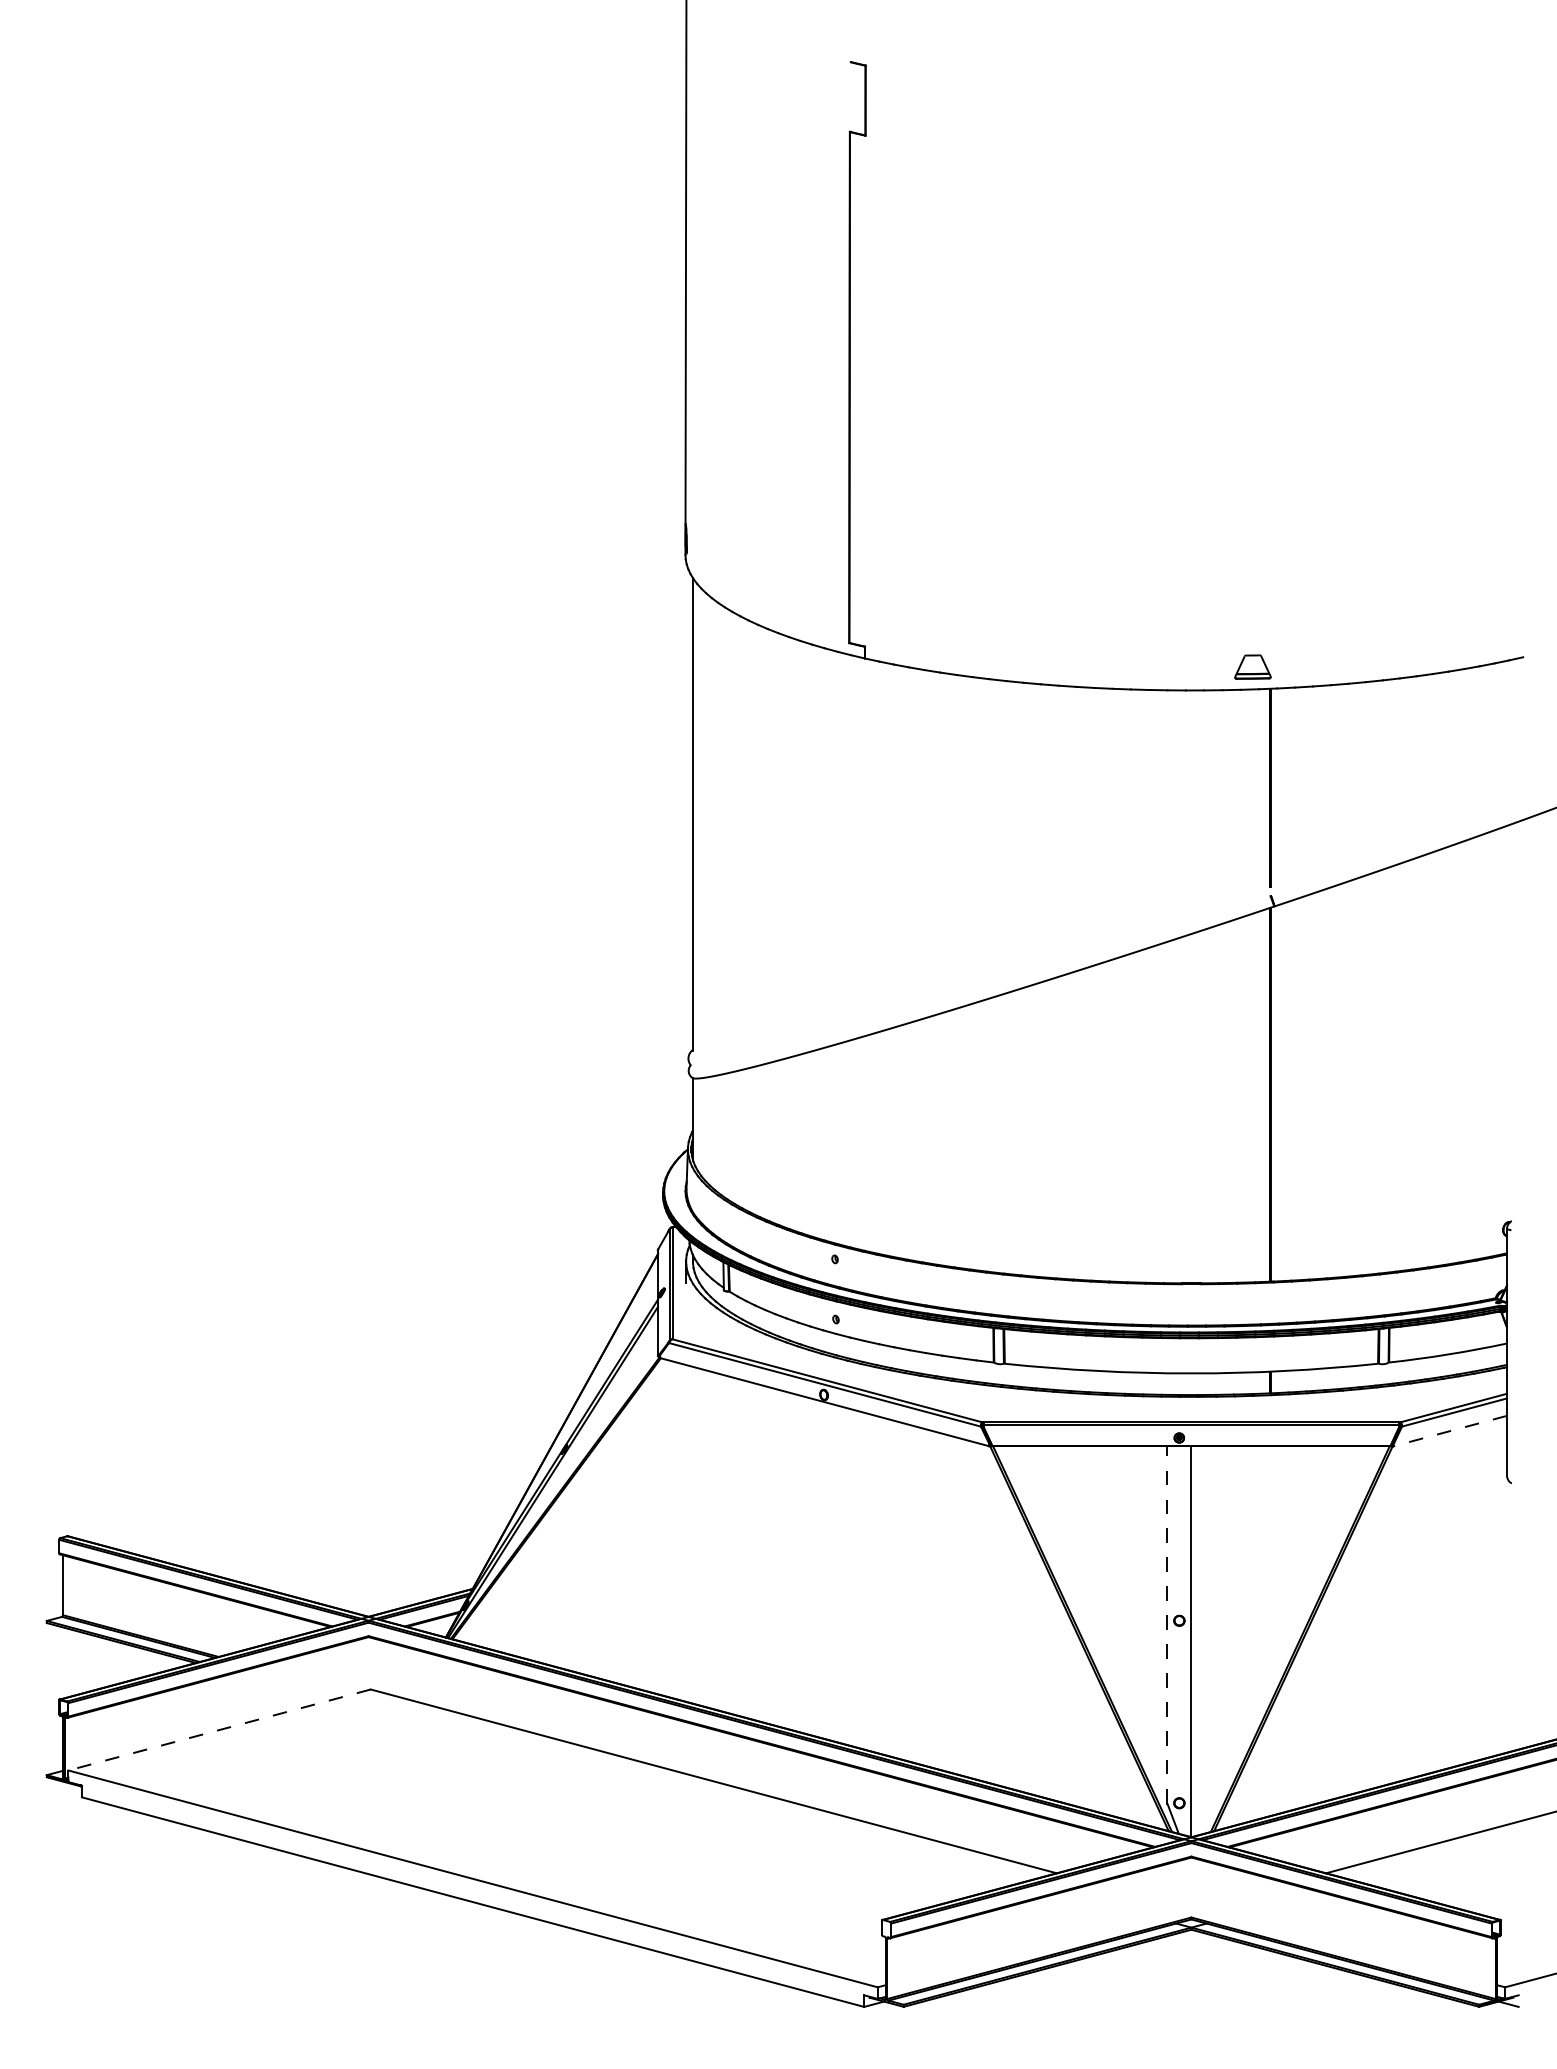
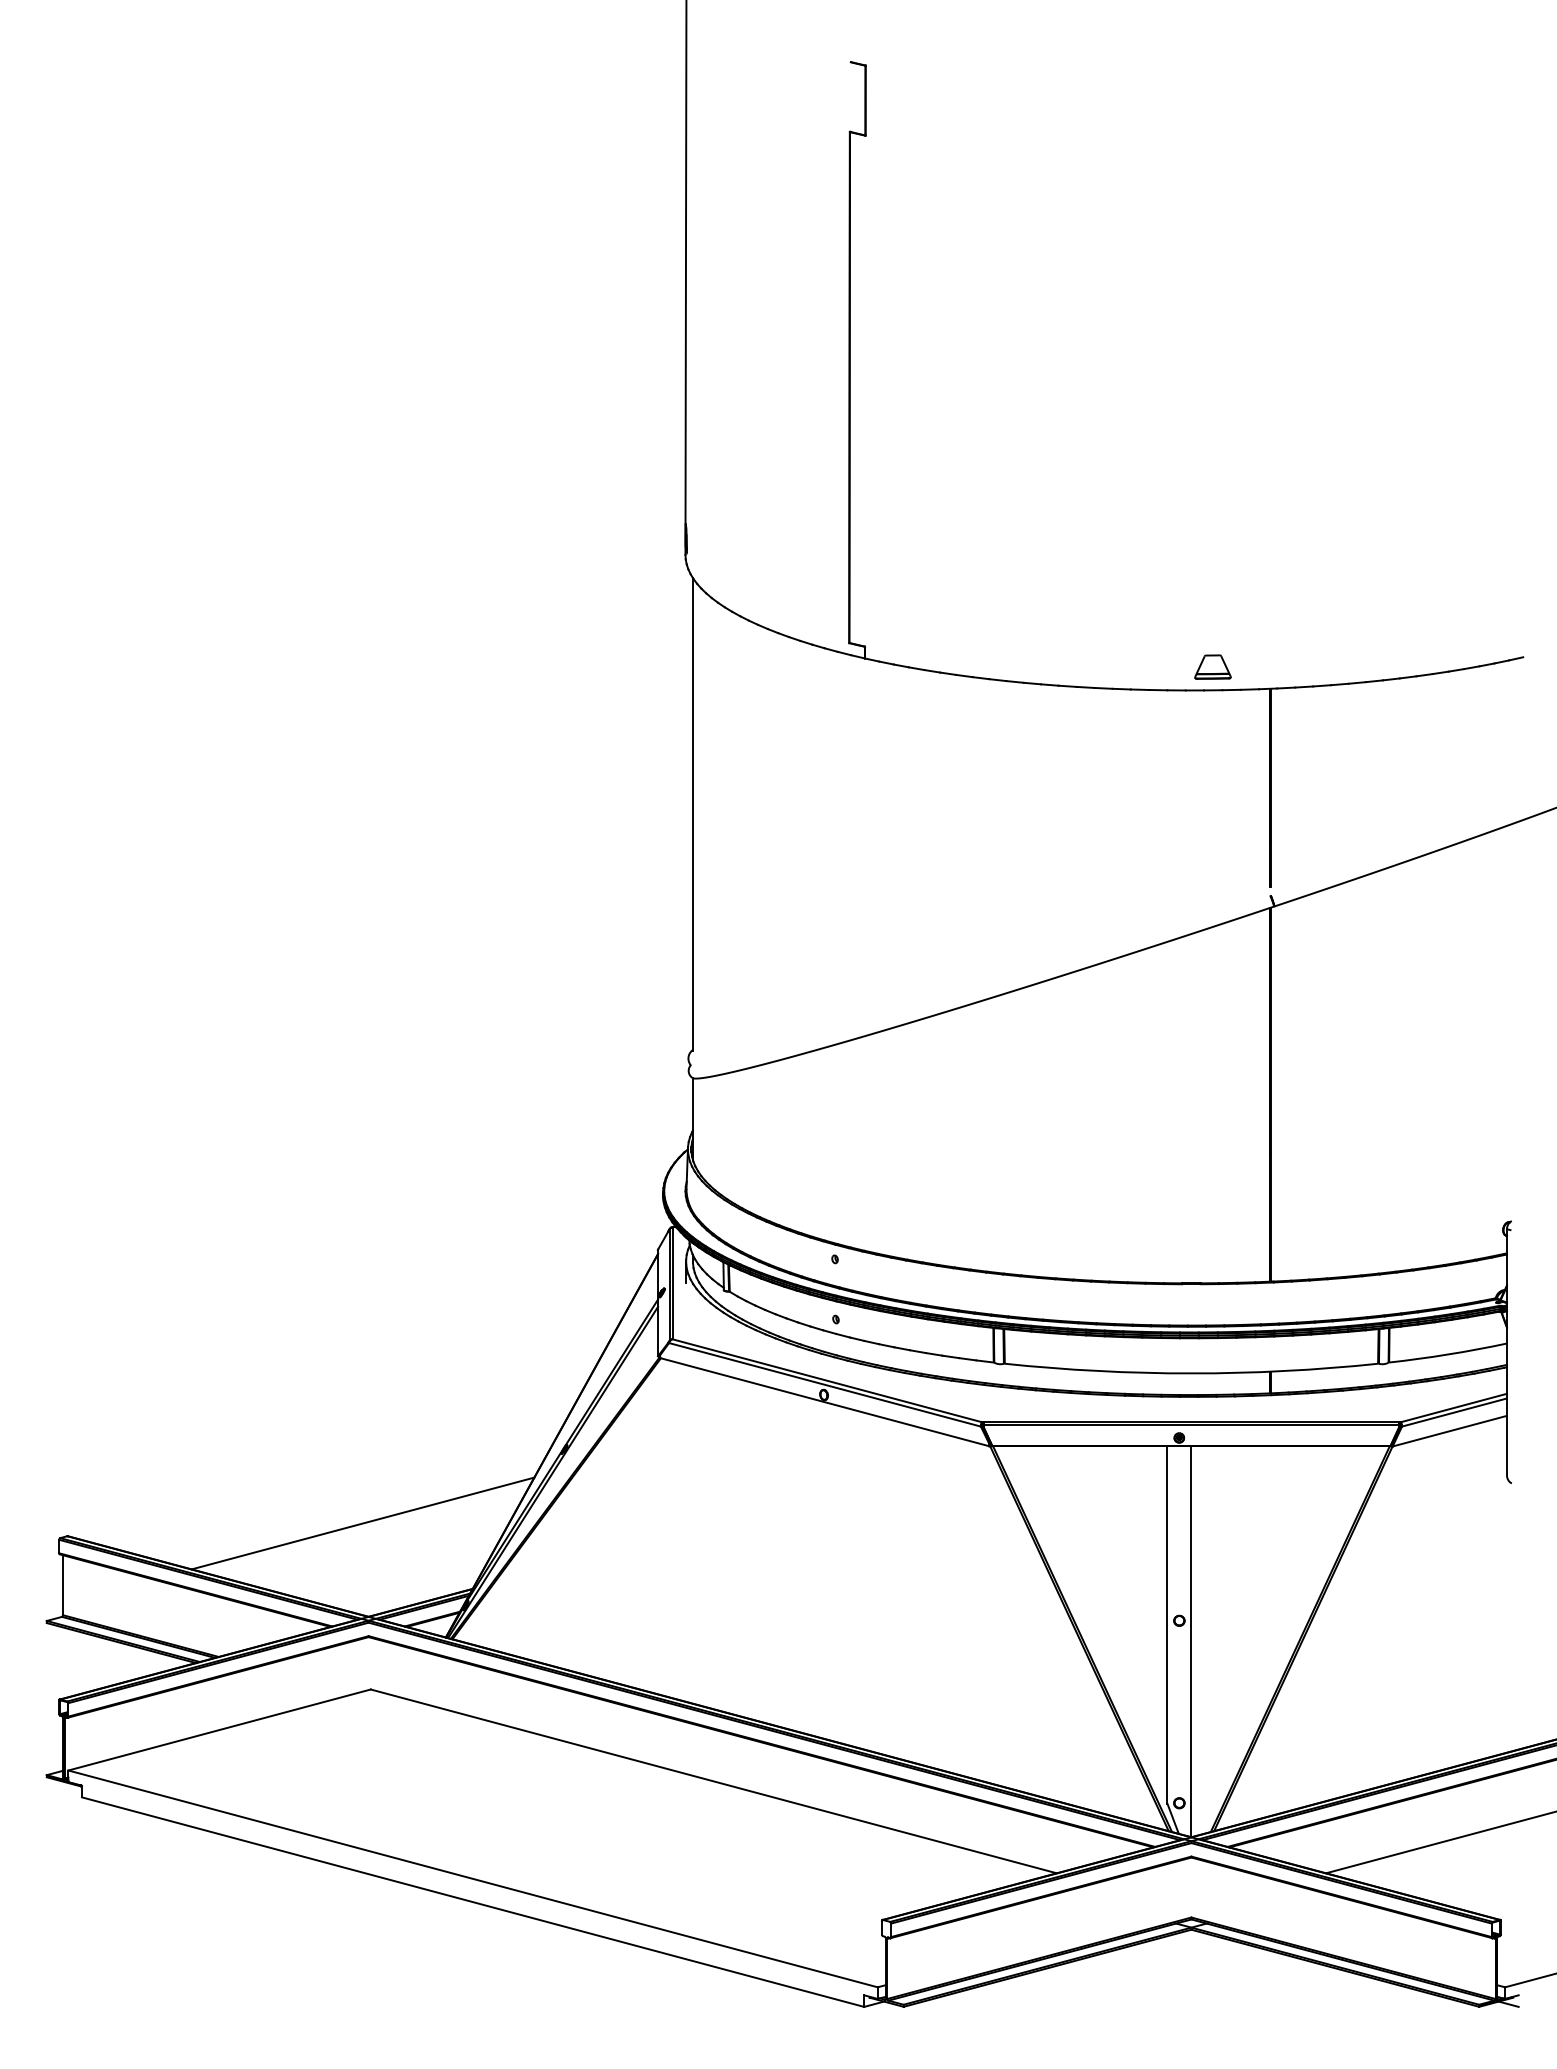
part at (1252, 666) position: (1252, 666) -> (1212, 666)
line at (1449, 1431): dashed -> solid
line at (362, 1523): none -> present
line at (1167, 1624): dashed -> solid
line at (219, 1730): dashed -> solid
